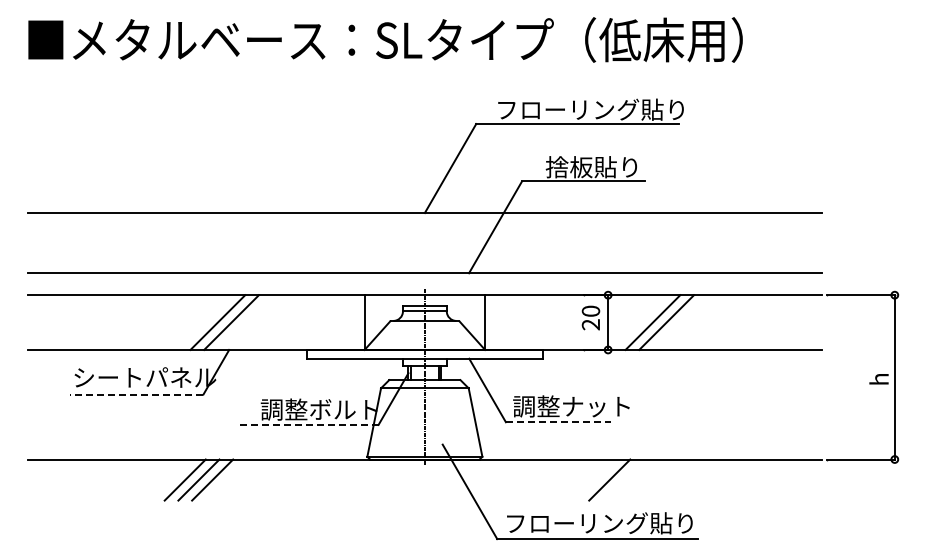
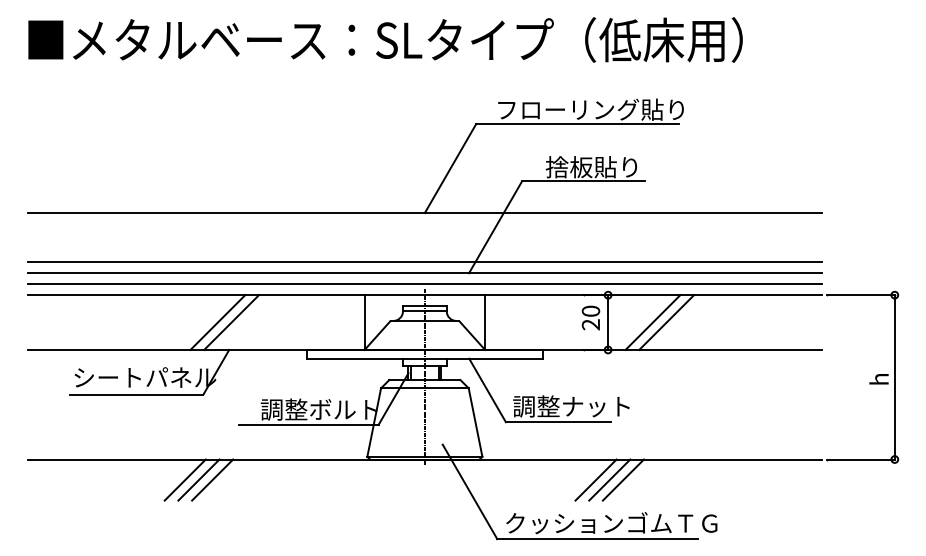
line at (424, 262): none -> present
line at (424, 284): none -> present
line at (136, 394): dashed -> solid
line at (558, 422): dashed -> solid
line at (308, 424): dashed -> solid
line at (595, 479): none -> present
line at (622, 479): none -> present
text at (611, 523): フローリング貼り -> クッションゴムＴＧ
